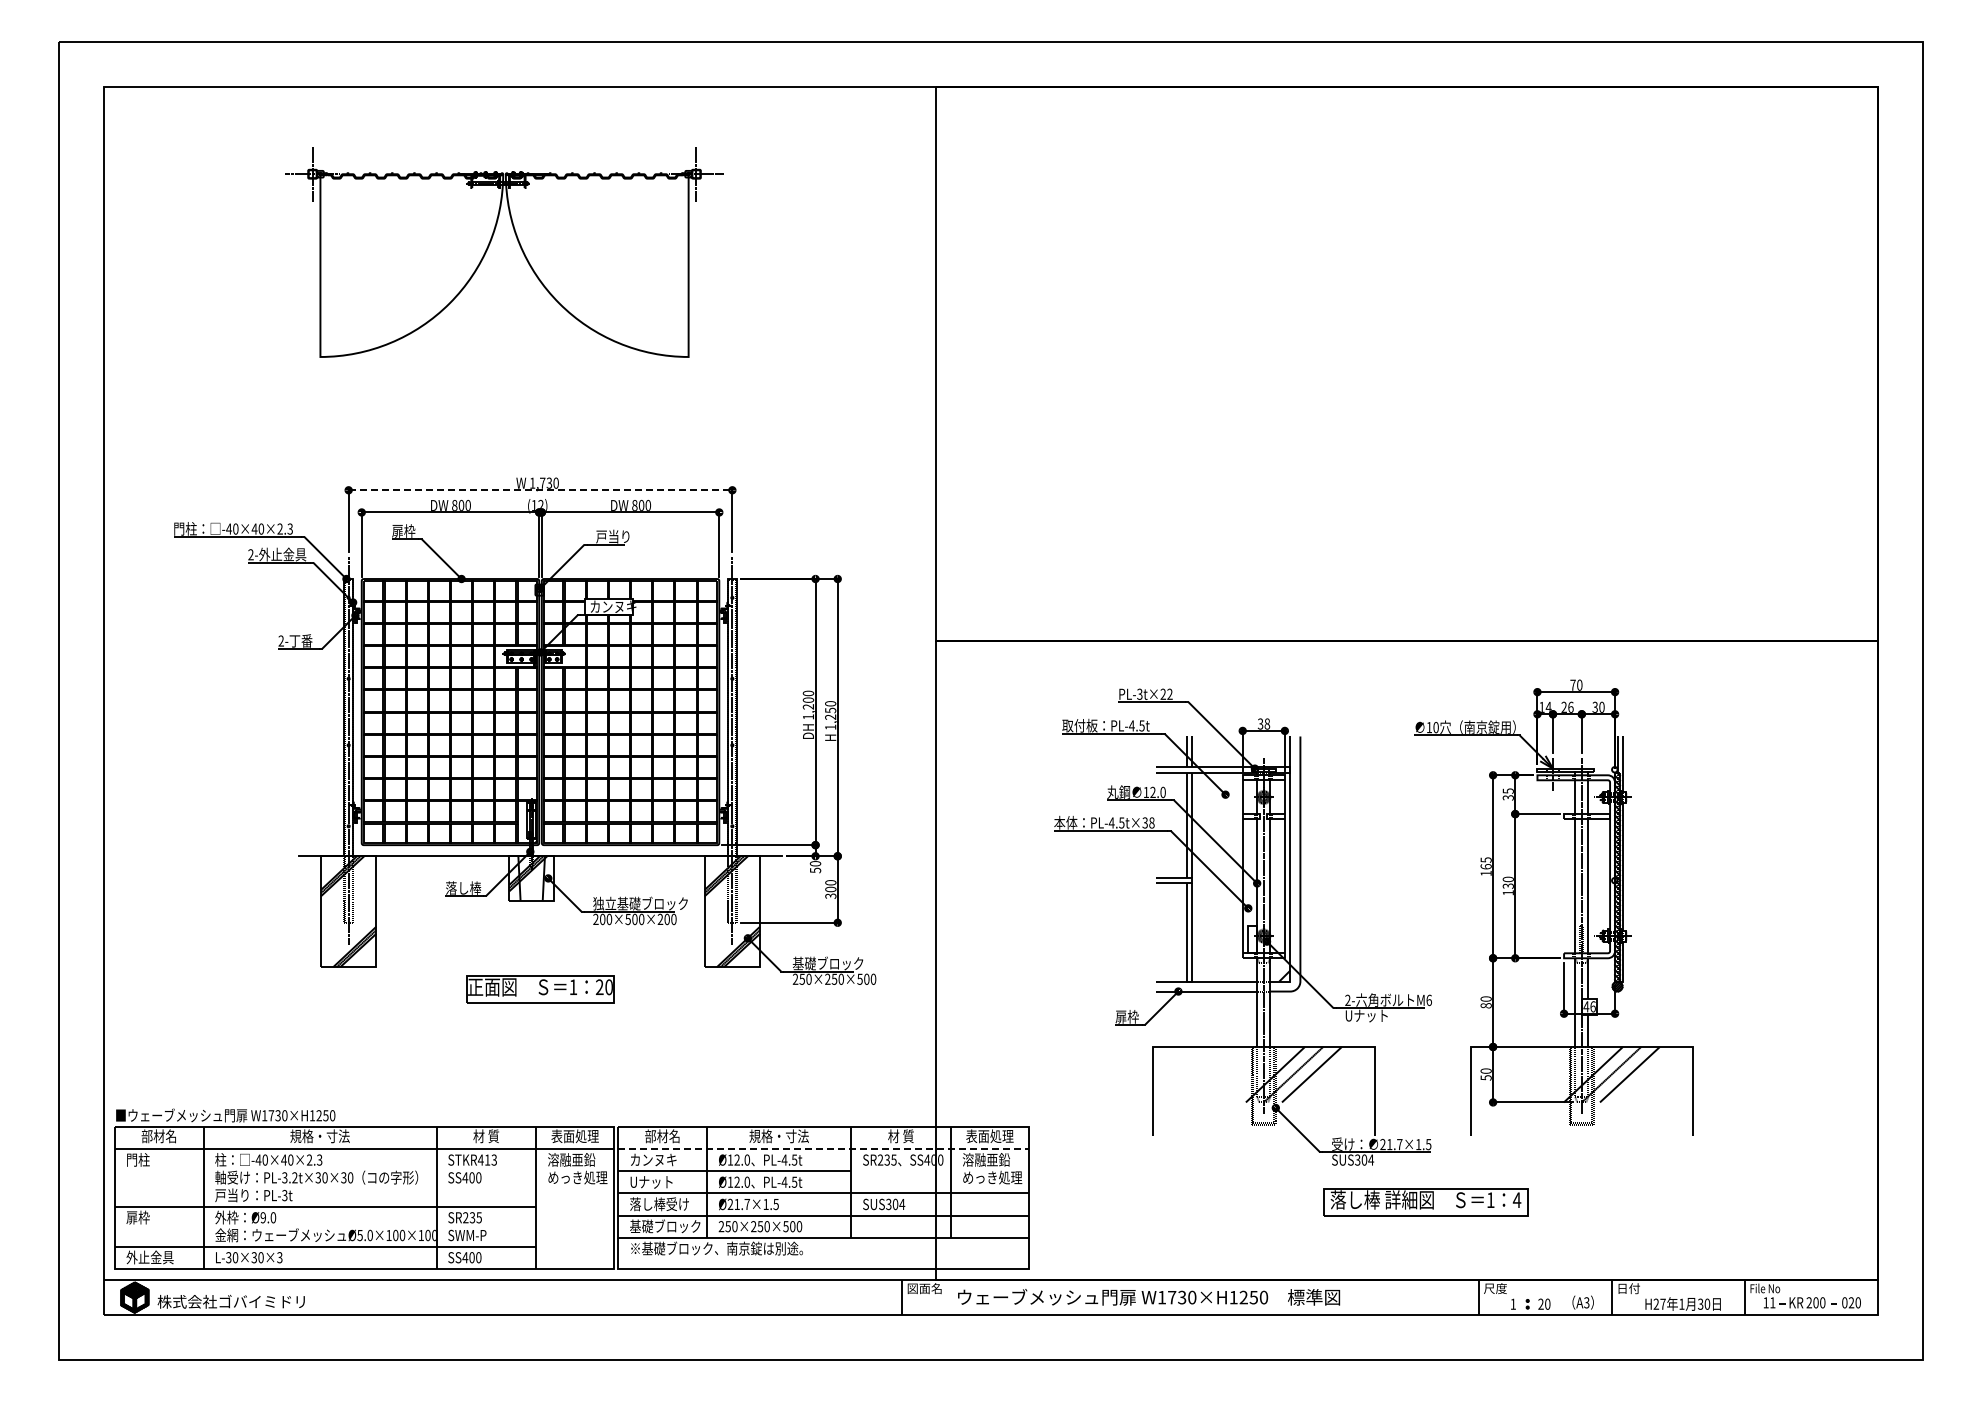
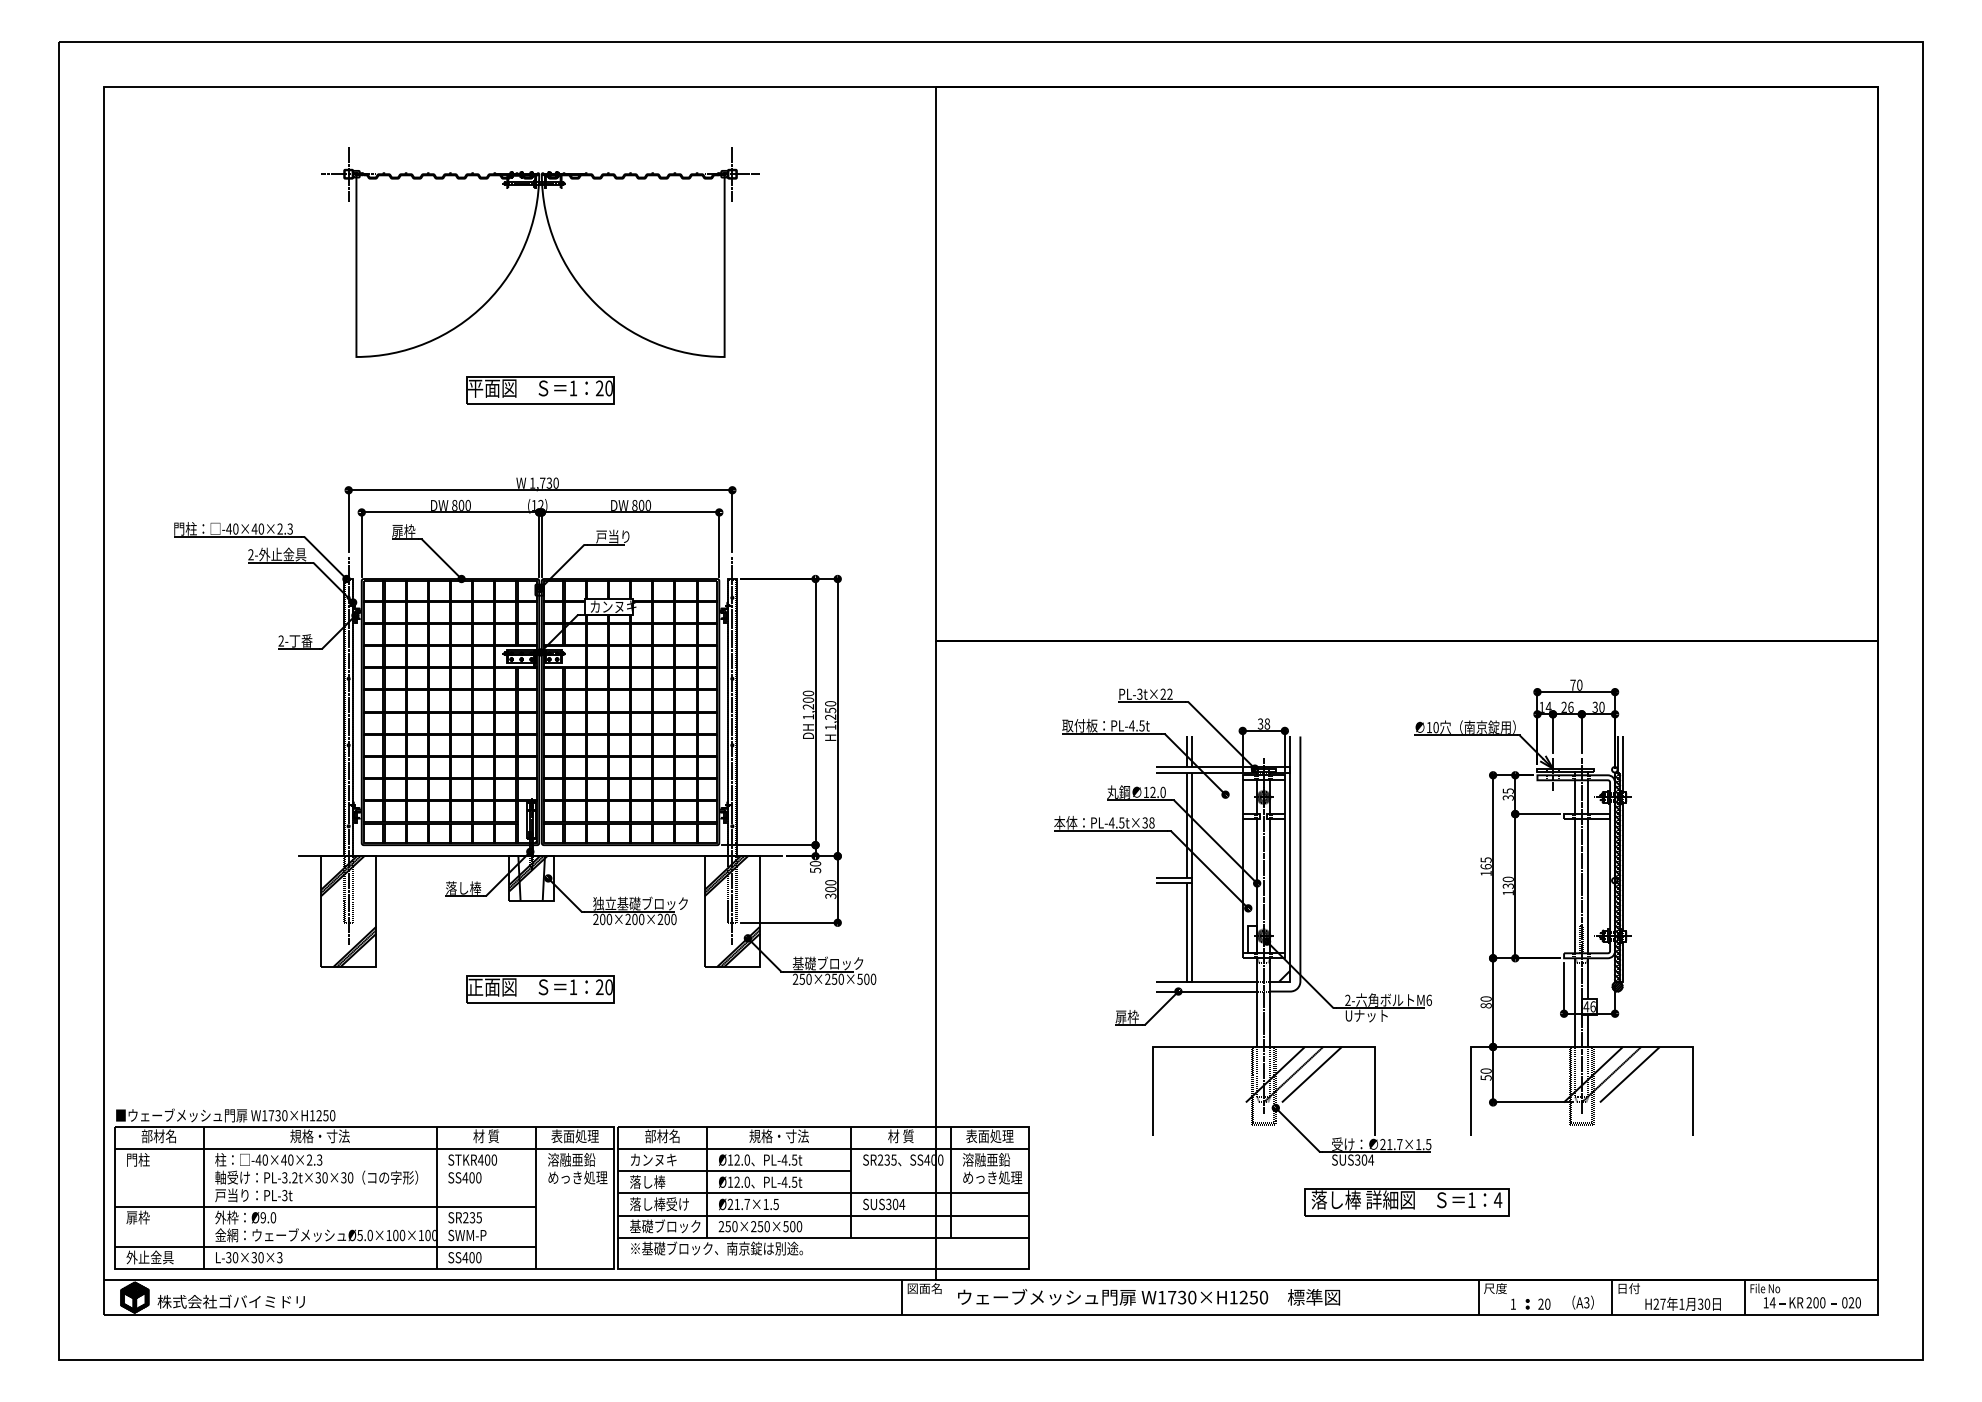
part at (490, 244) position: (490, 244) -> (526, 244)
part at (540, 390): none -> present
line at (540, 490): dashed -> solid
text at (627, 919): 200×500×200 -> 200×200×200
line at (824, 1149): dashed -> solid
text at (491, 1159): STKR413 -> STKR400
text at (651, 1181): Uナット -> 落し棒
part at (1425, 1202) position: (1425, 1202) -> (1406, 1202)
text at (1772, 1302): 11 -> 14
